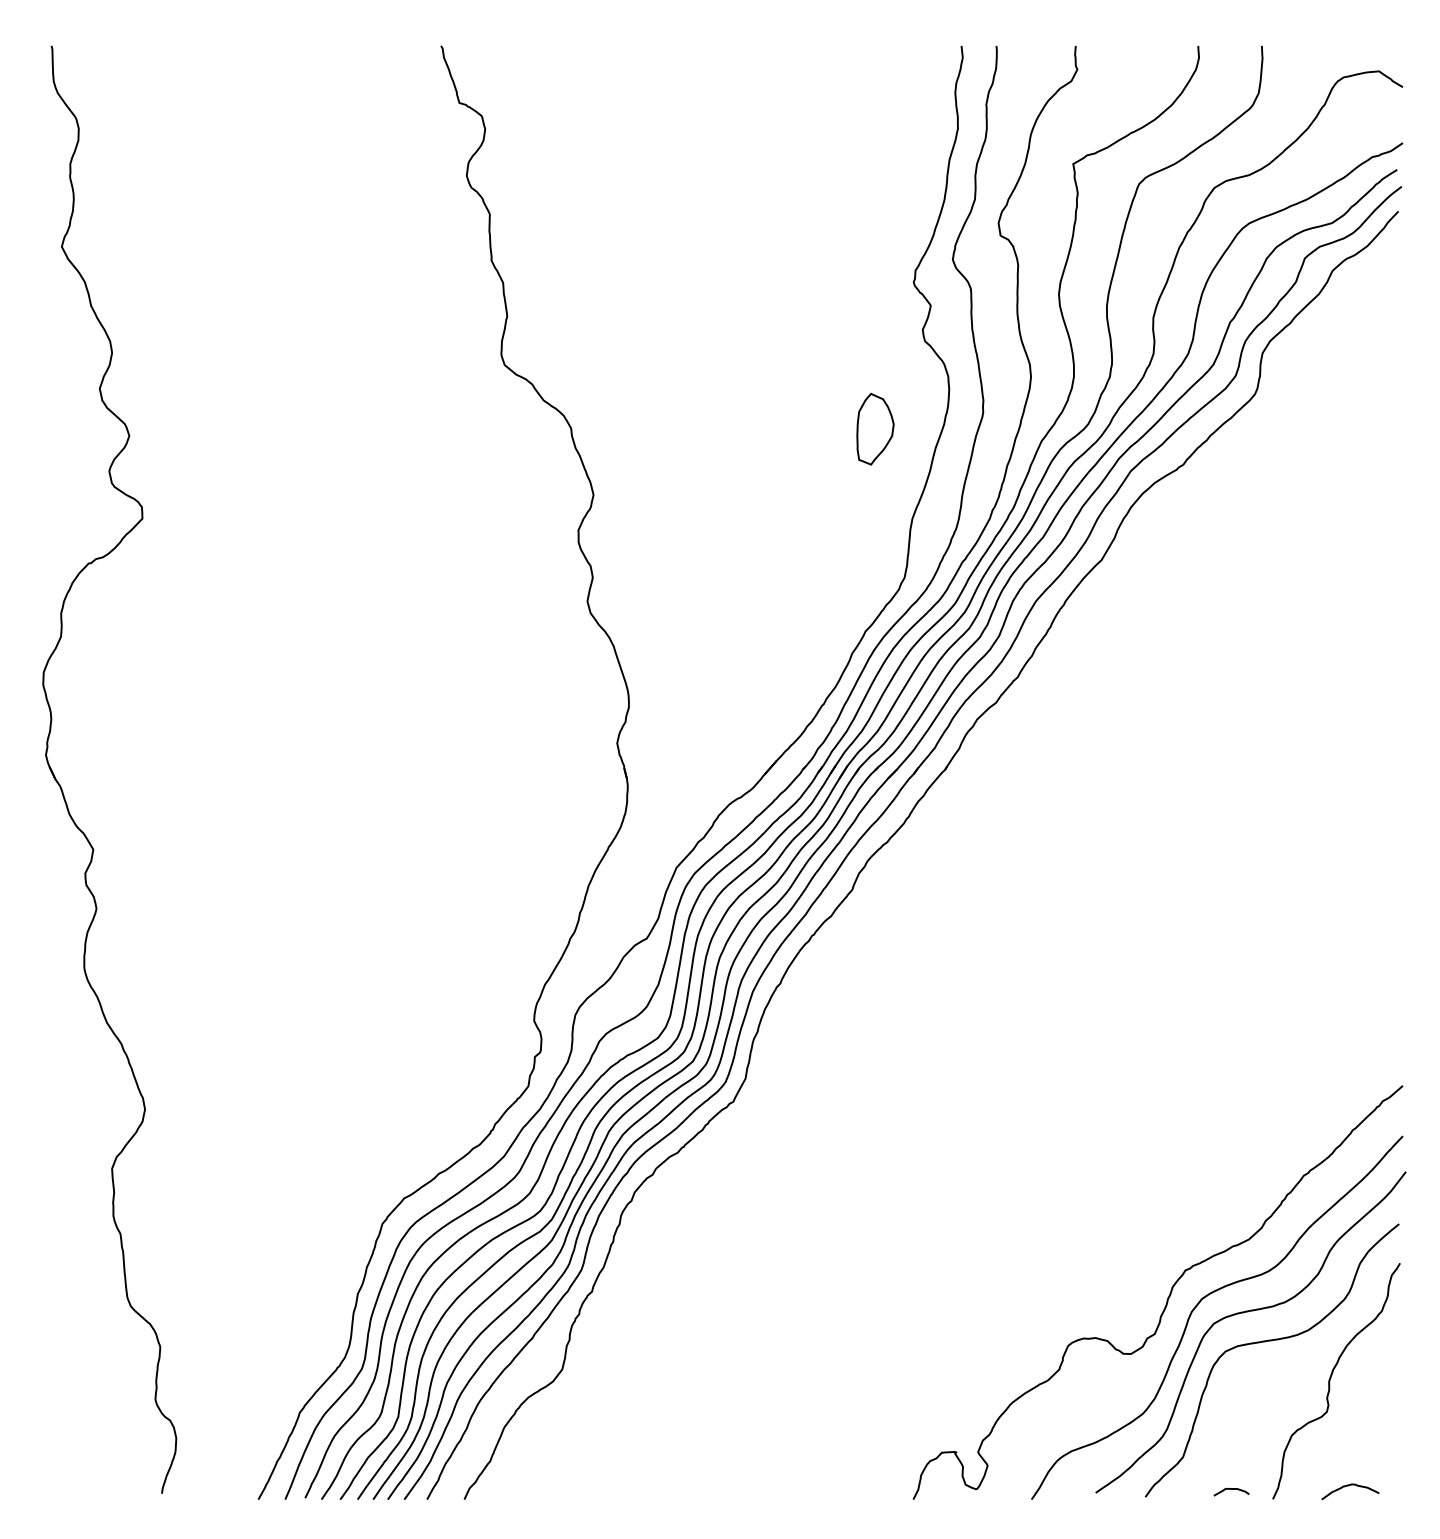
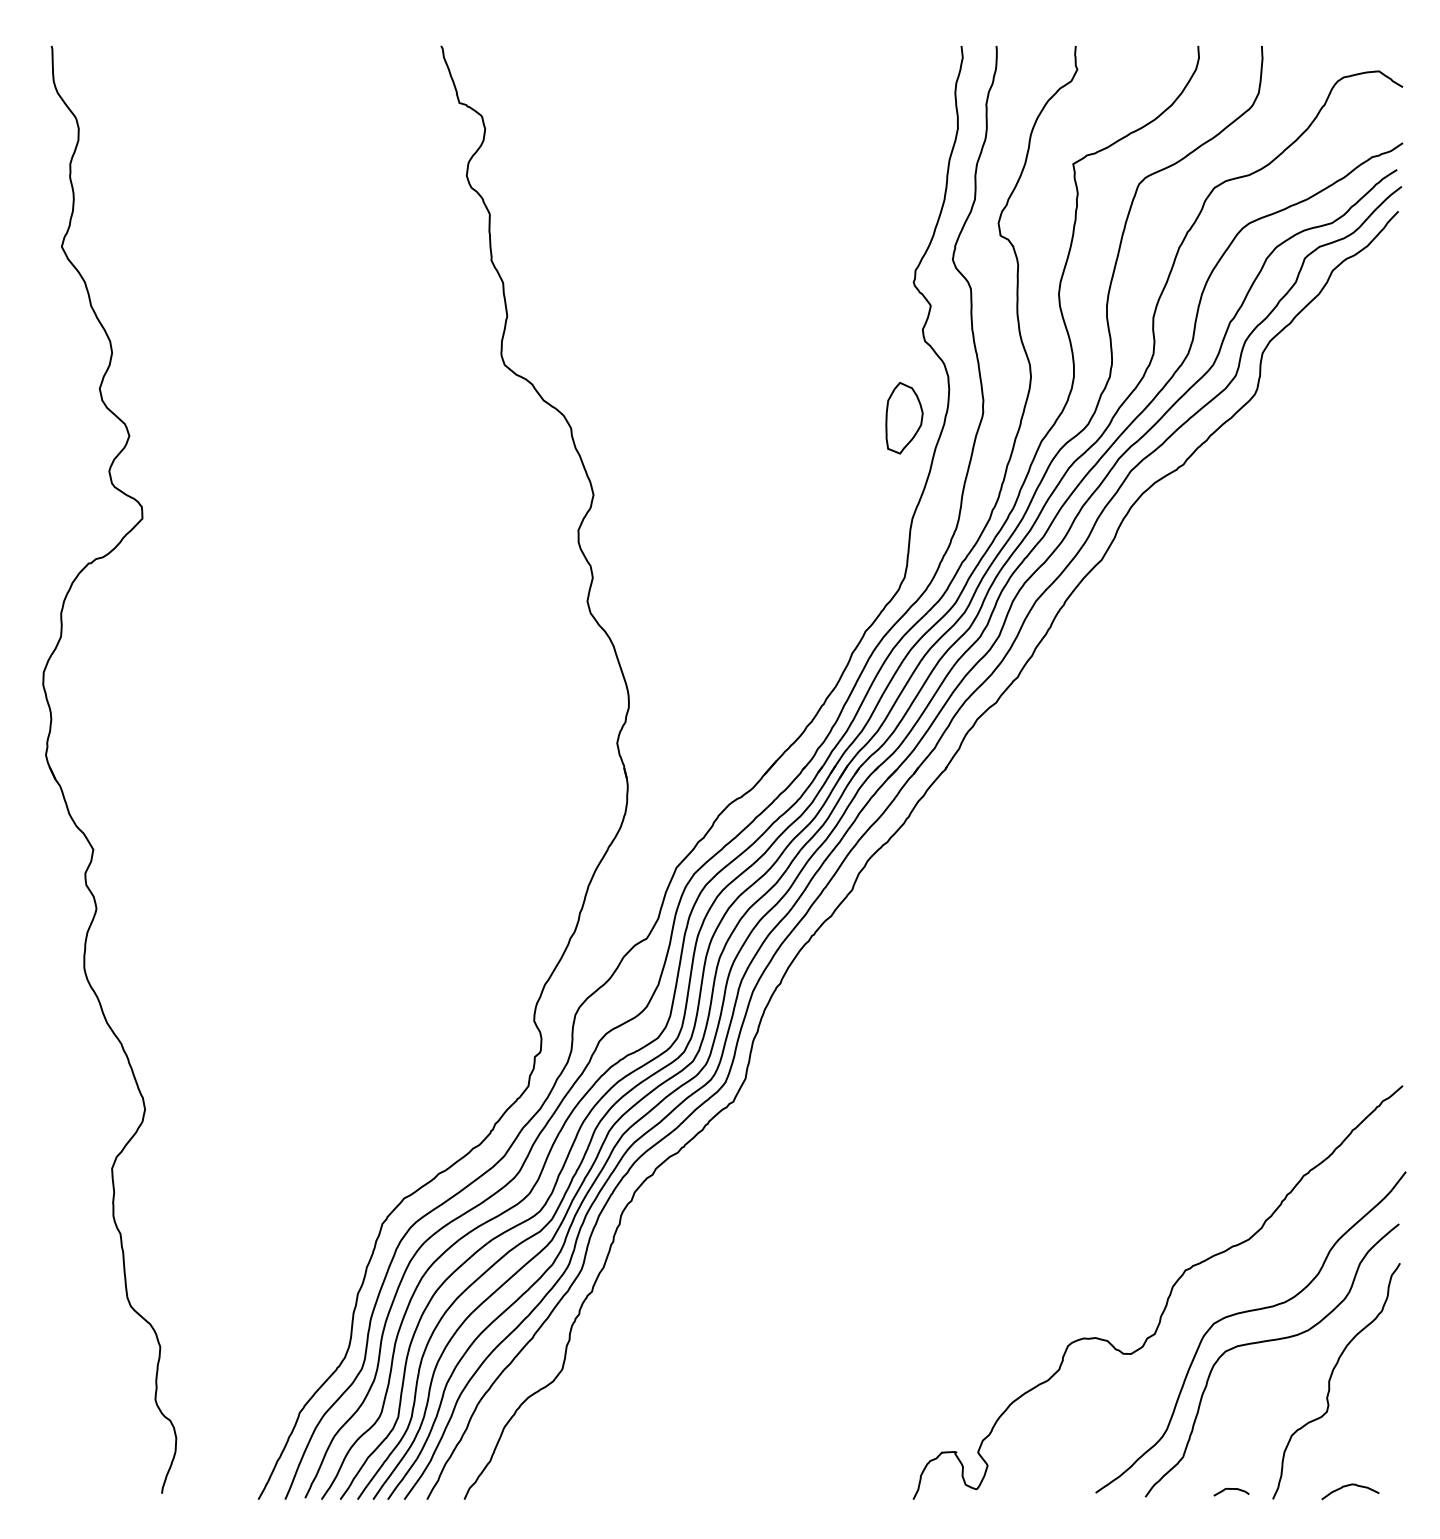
part at (875, 429) position: (875, 429) -> (904, 418)
curve at (1198, 1305): present -> none
